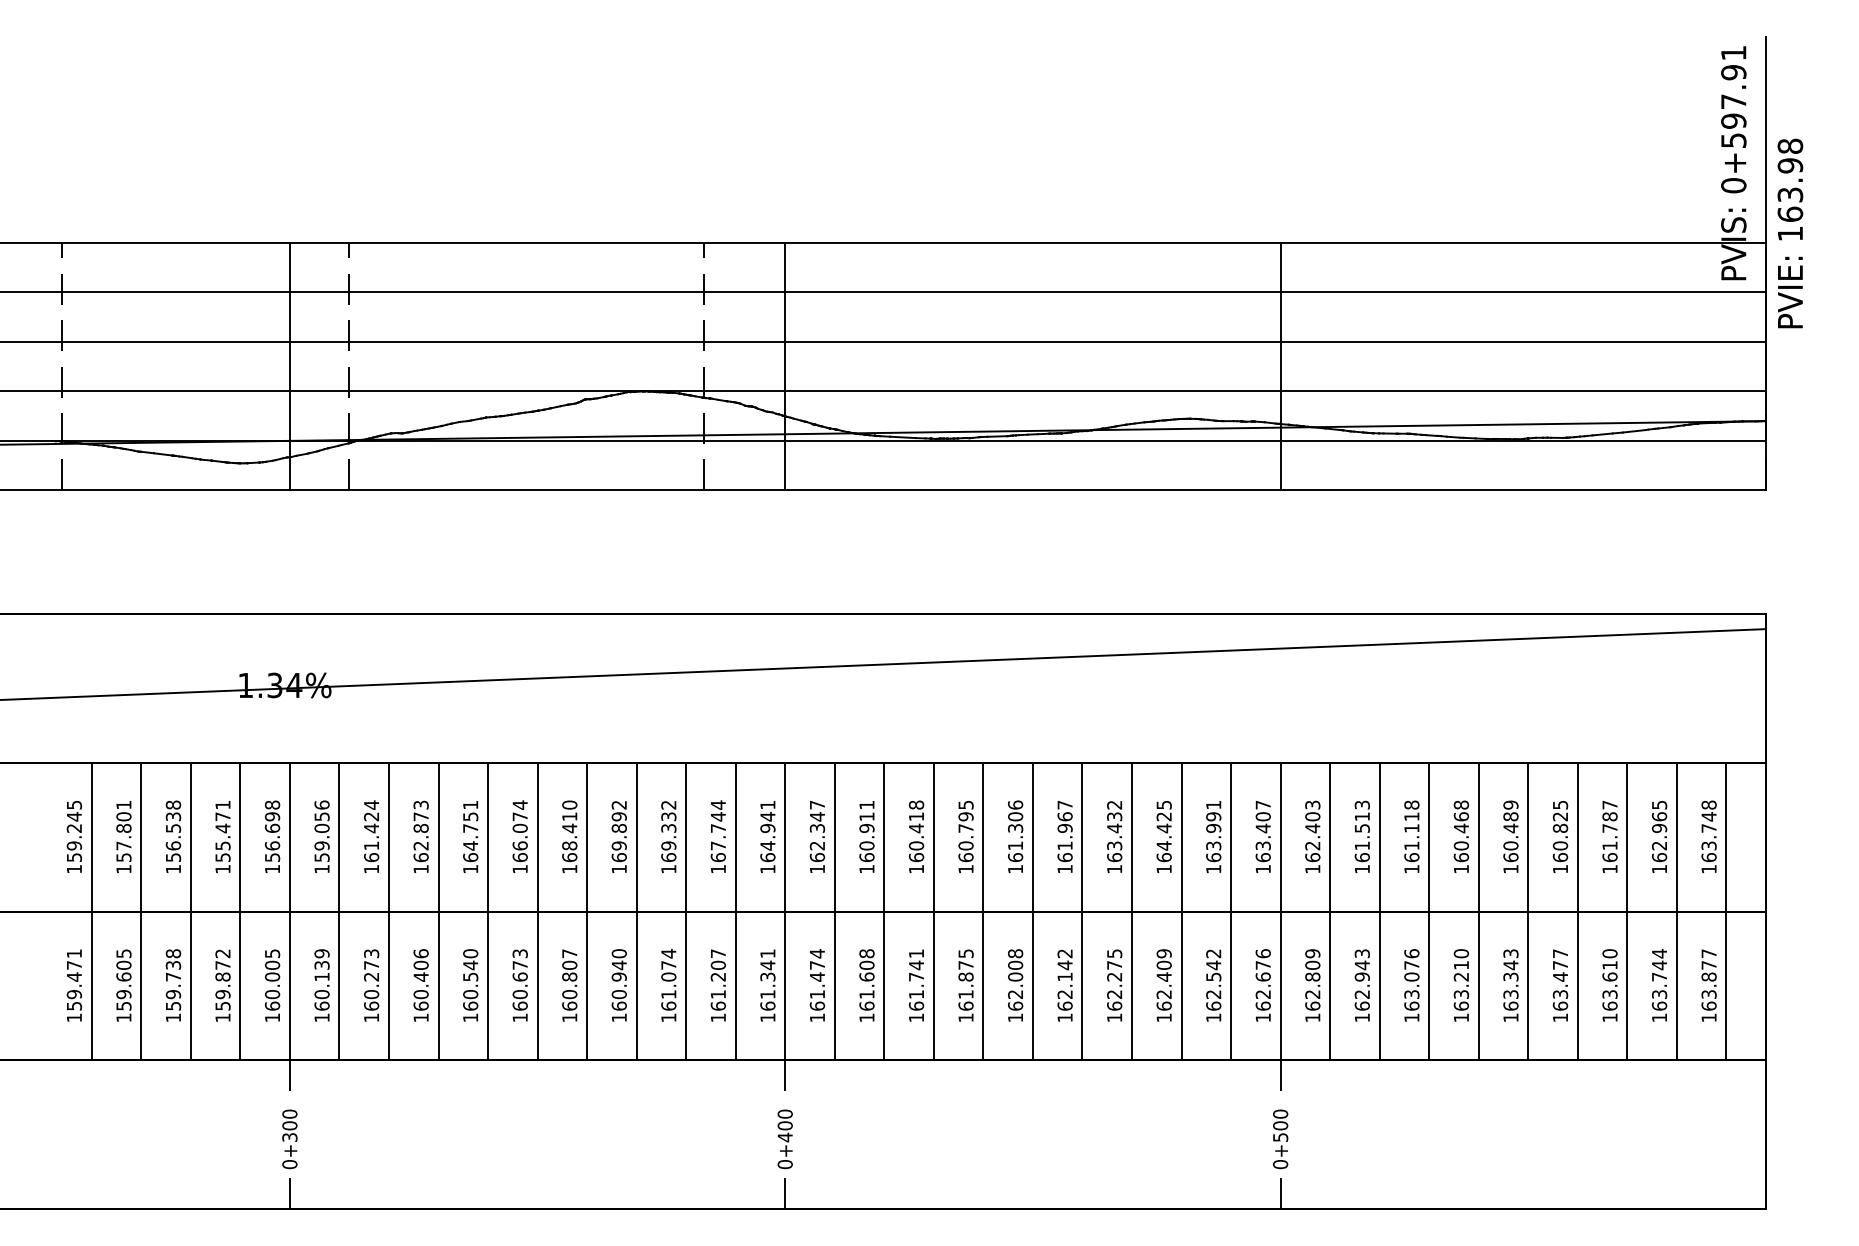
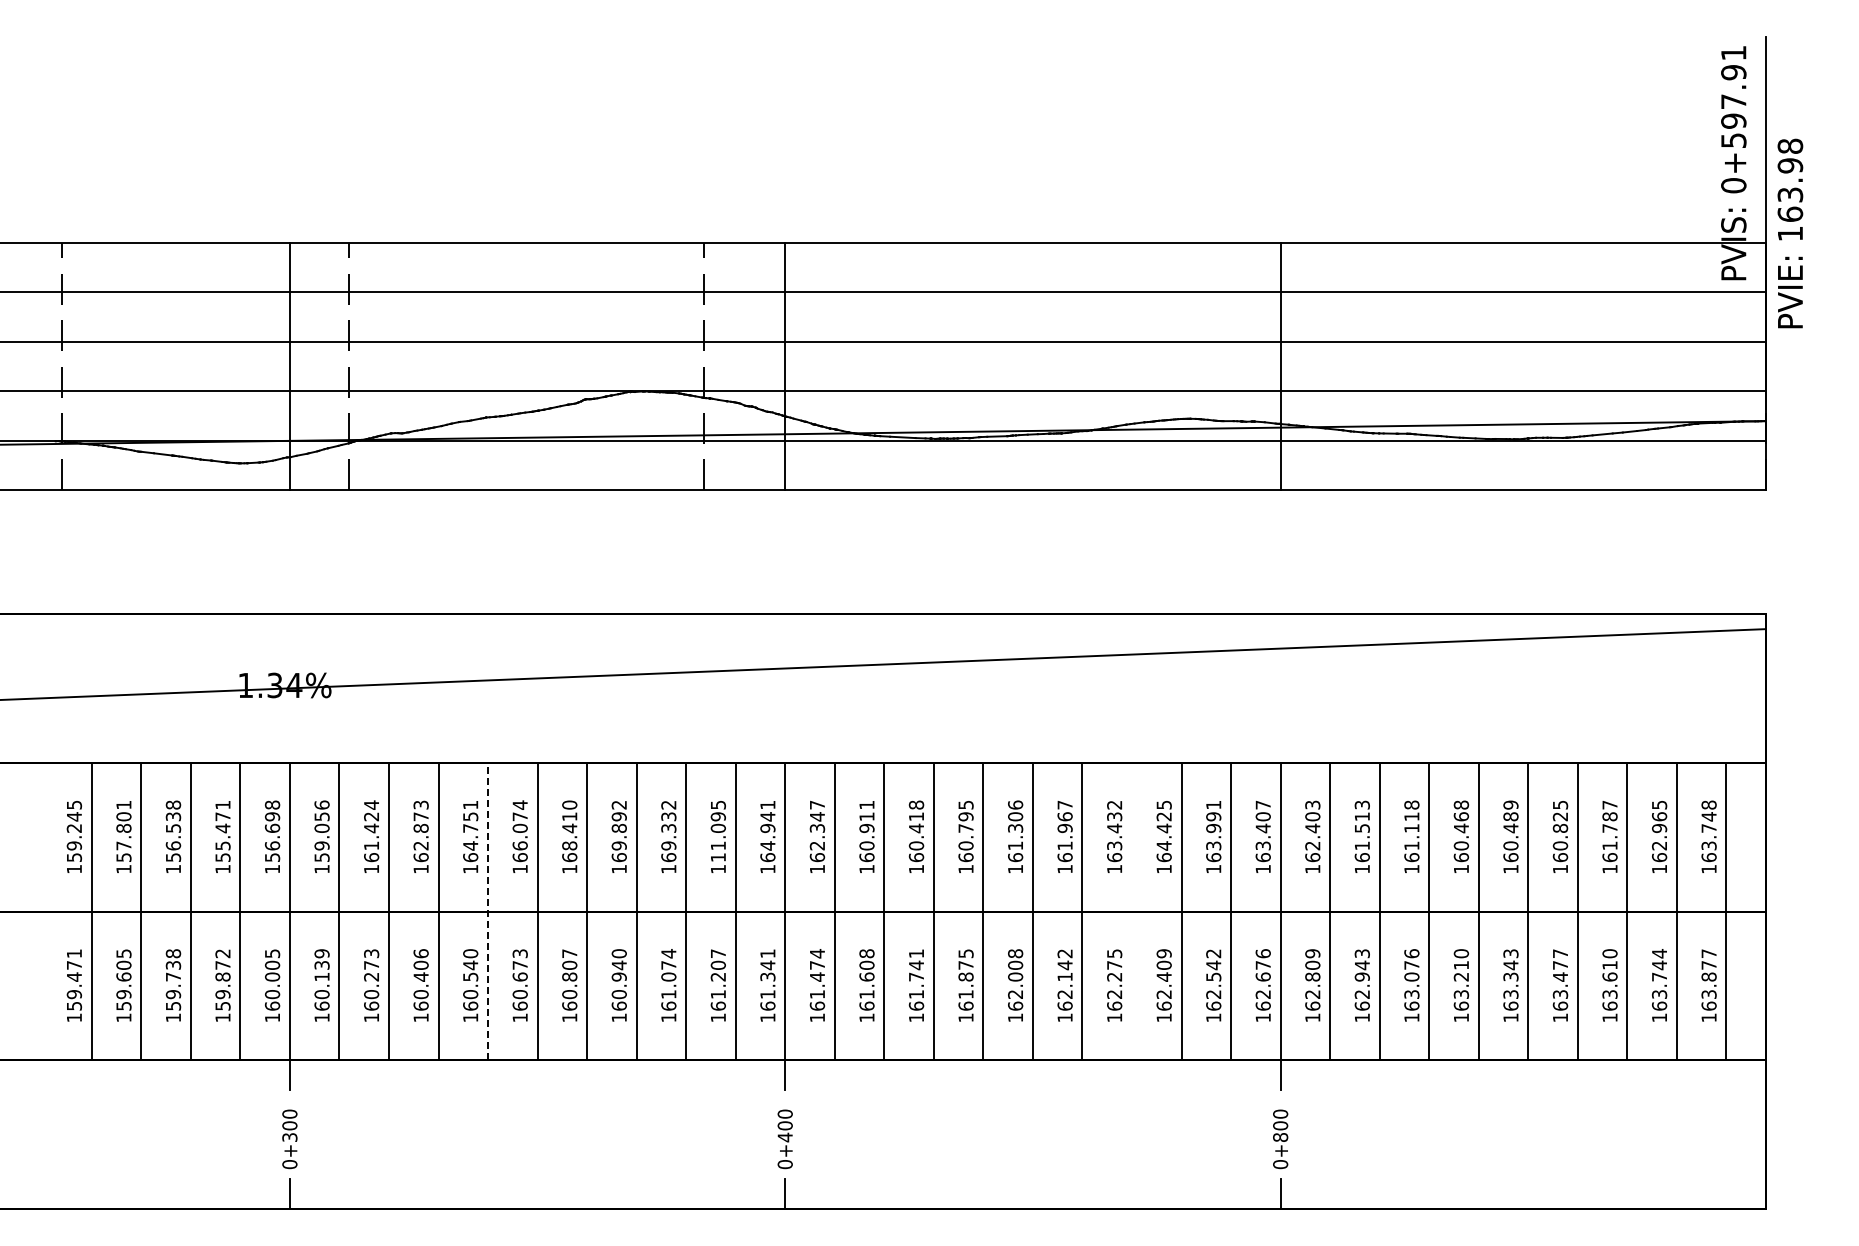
text at (717, 831): 167.744 -> 111.095
line at (488, 911): solid -> dashed
line at (1132, 911): present -> none
text at (1280, 1137): 0+500 -> 0+800
